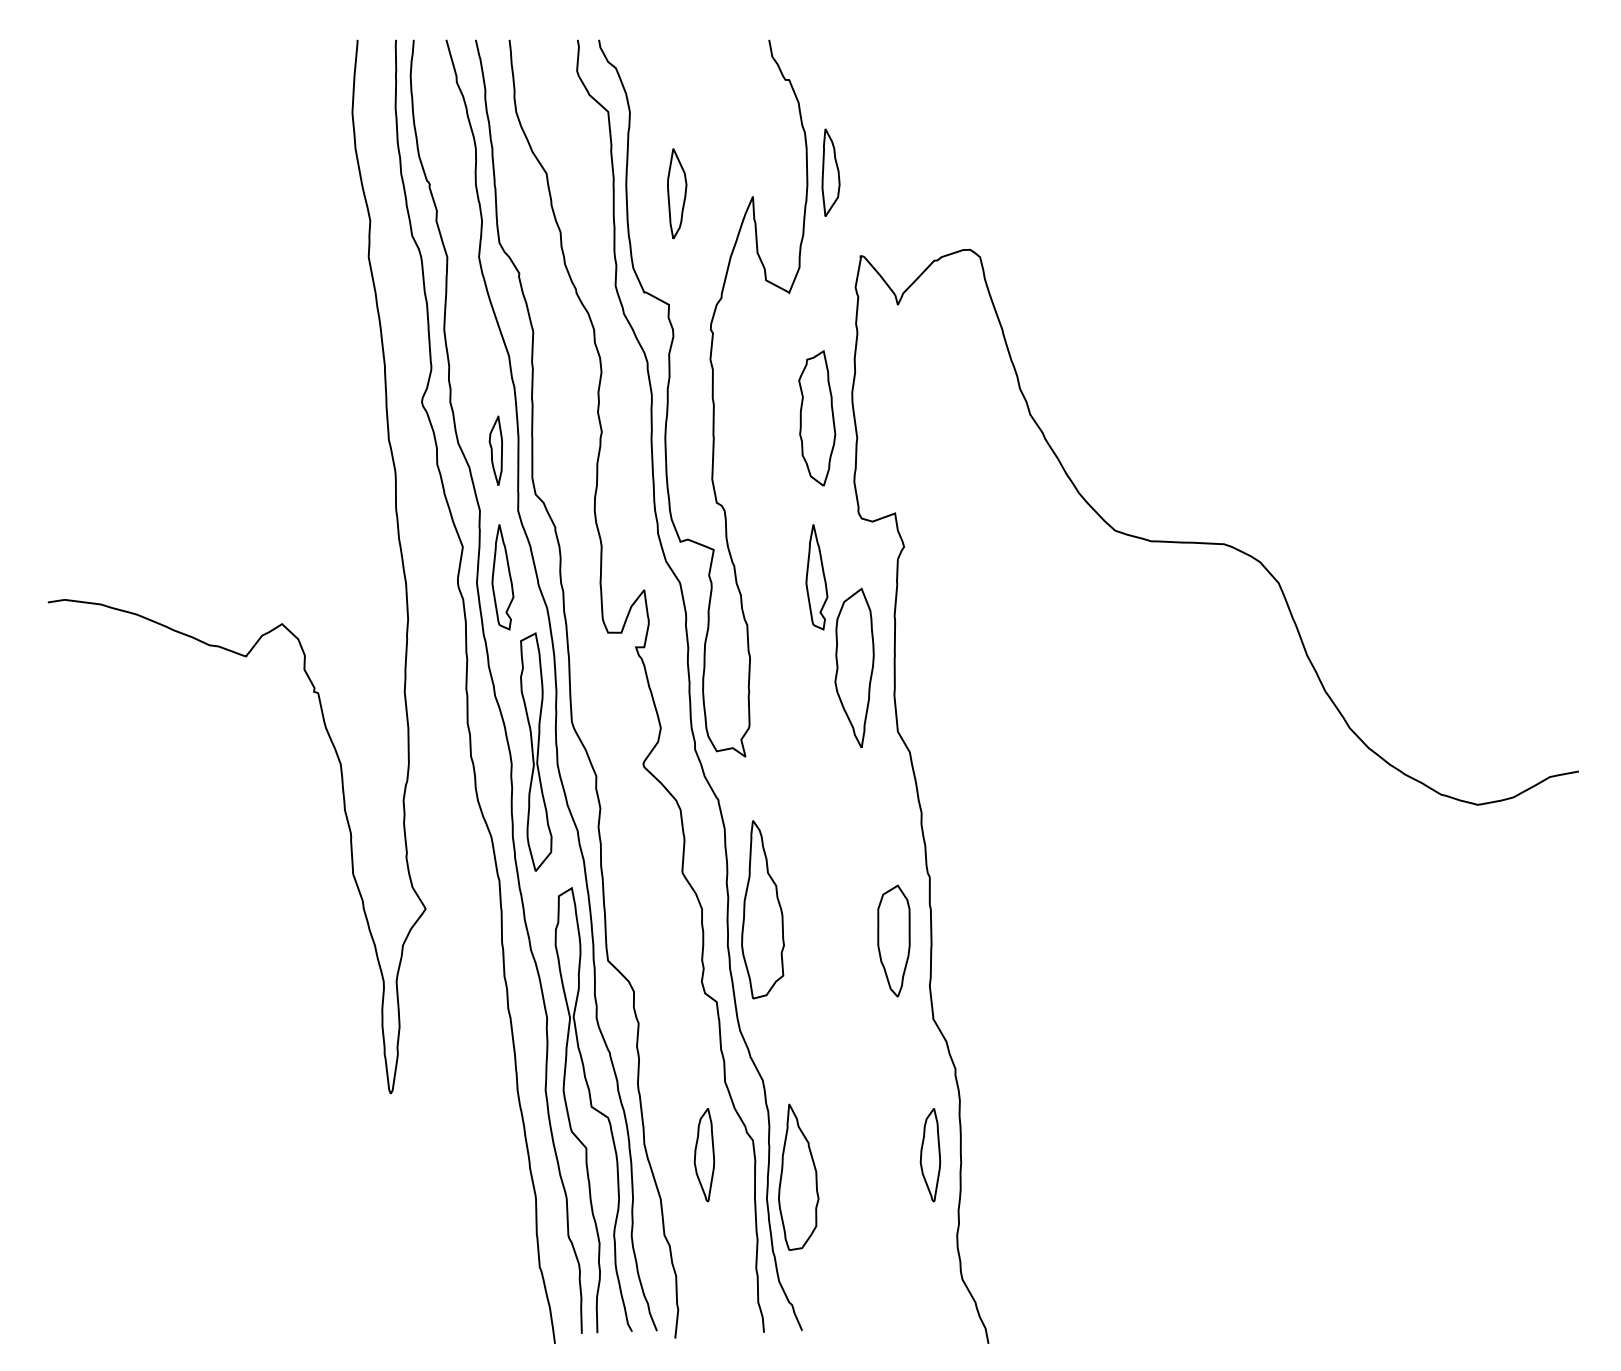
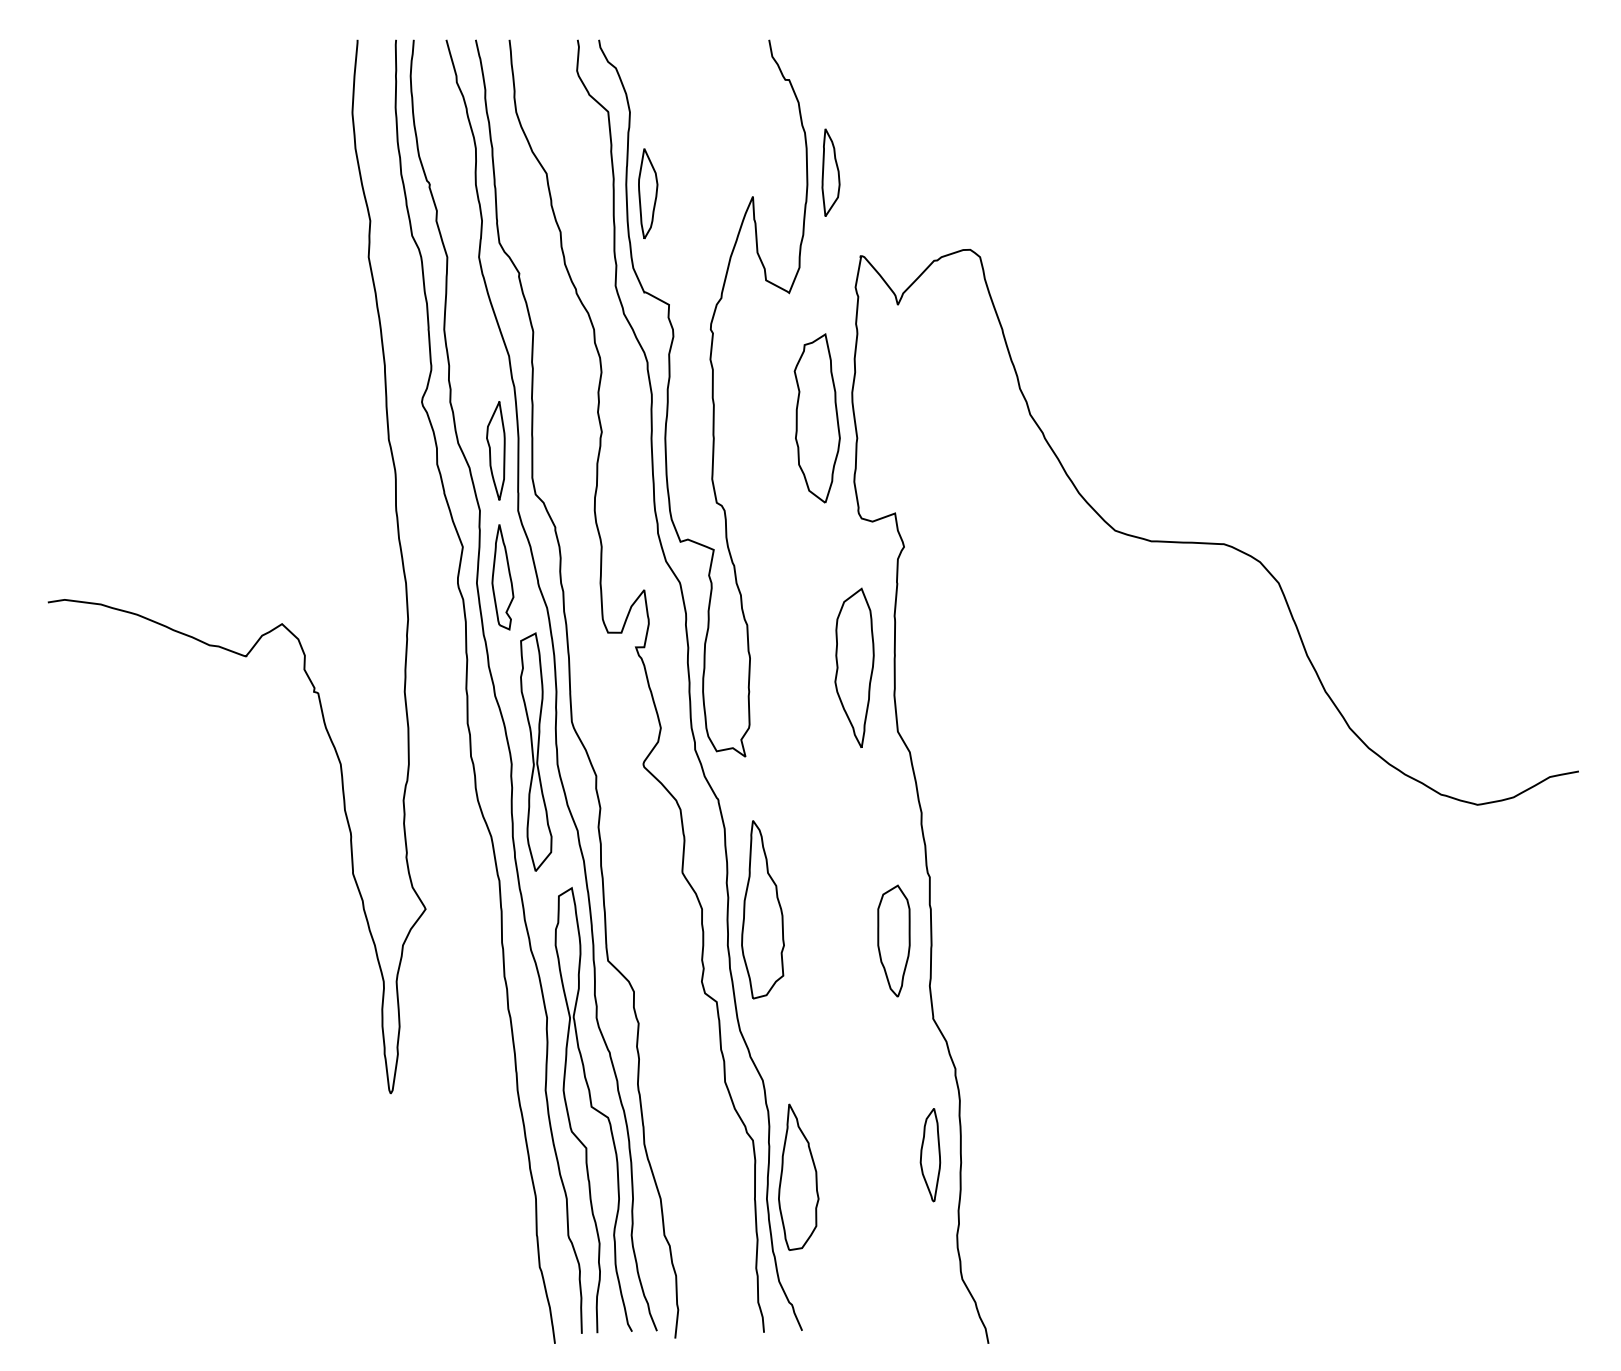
part at (677, 193) position: (677, 193) -> (648, 193)
part at (817, 418) size: 39x137 px -> 48x171 px
part at (495, 450) size: 15x71 px -> 20x100 px
part at (816, 577): present -> none
part at (704, 1155): present -> none
